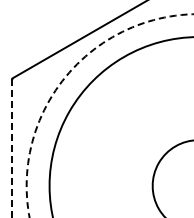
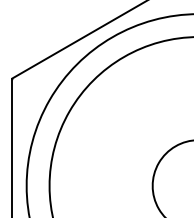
arc at (64, 78): dashed -> solid
line at (12, 148): dashed -> solid
